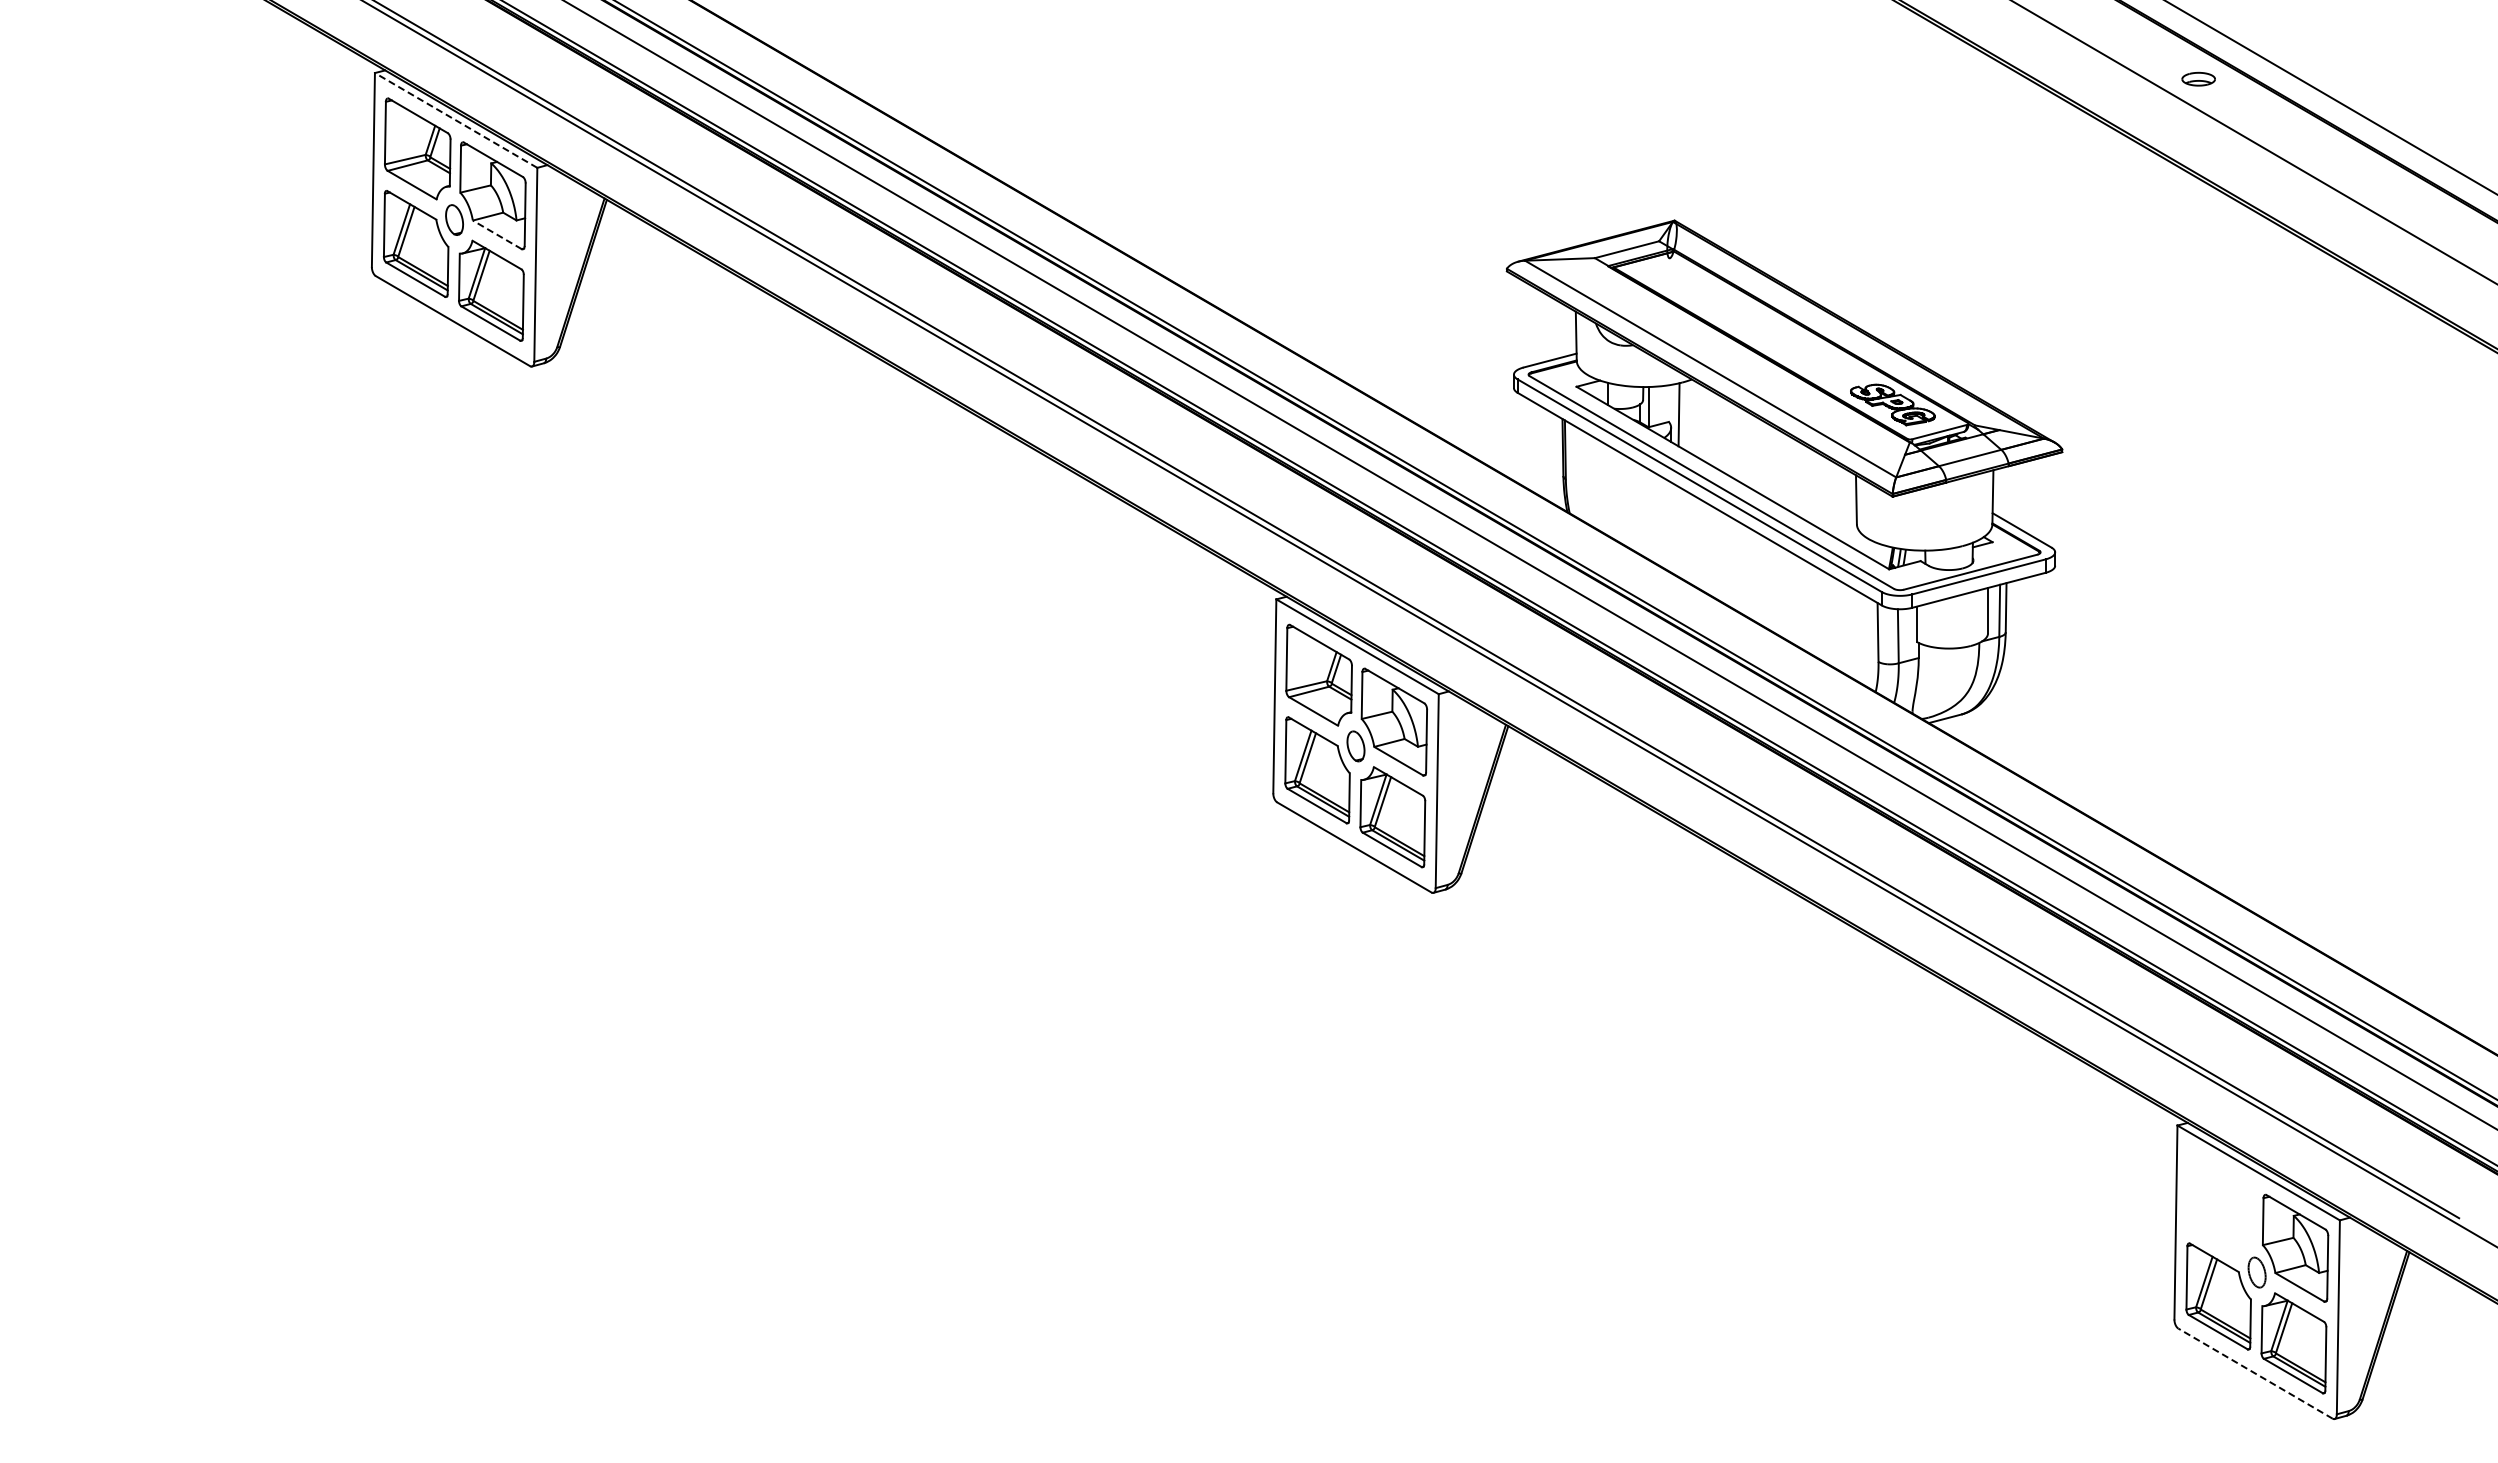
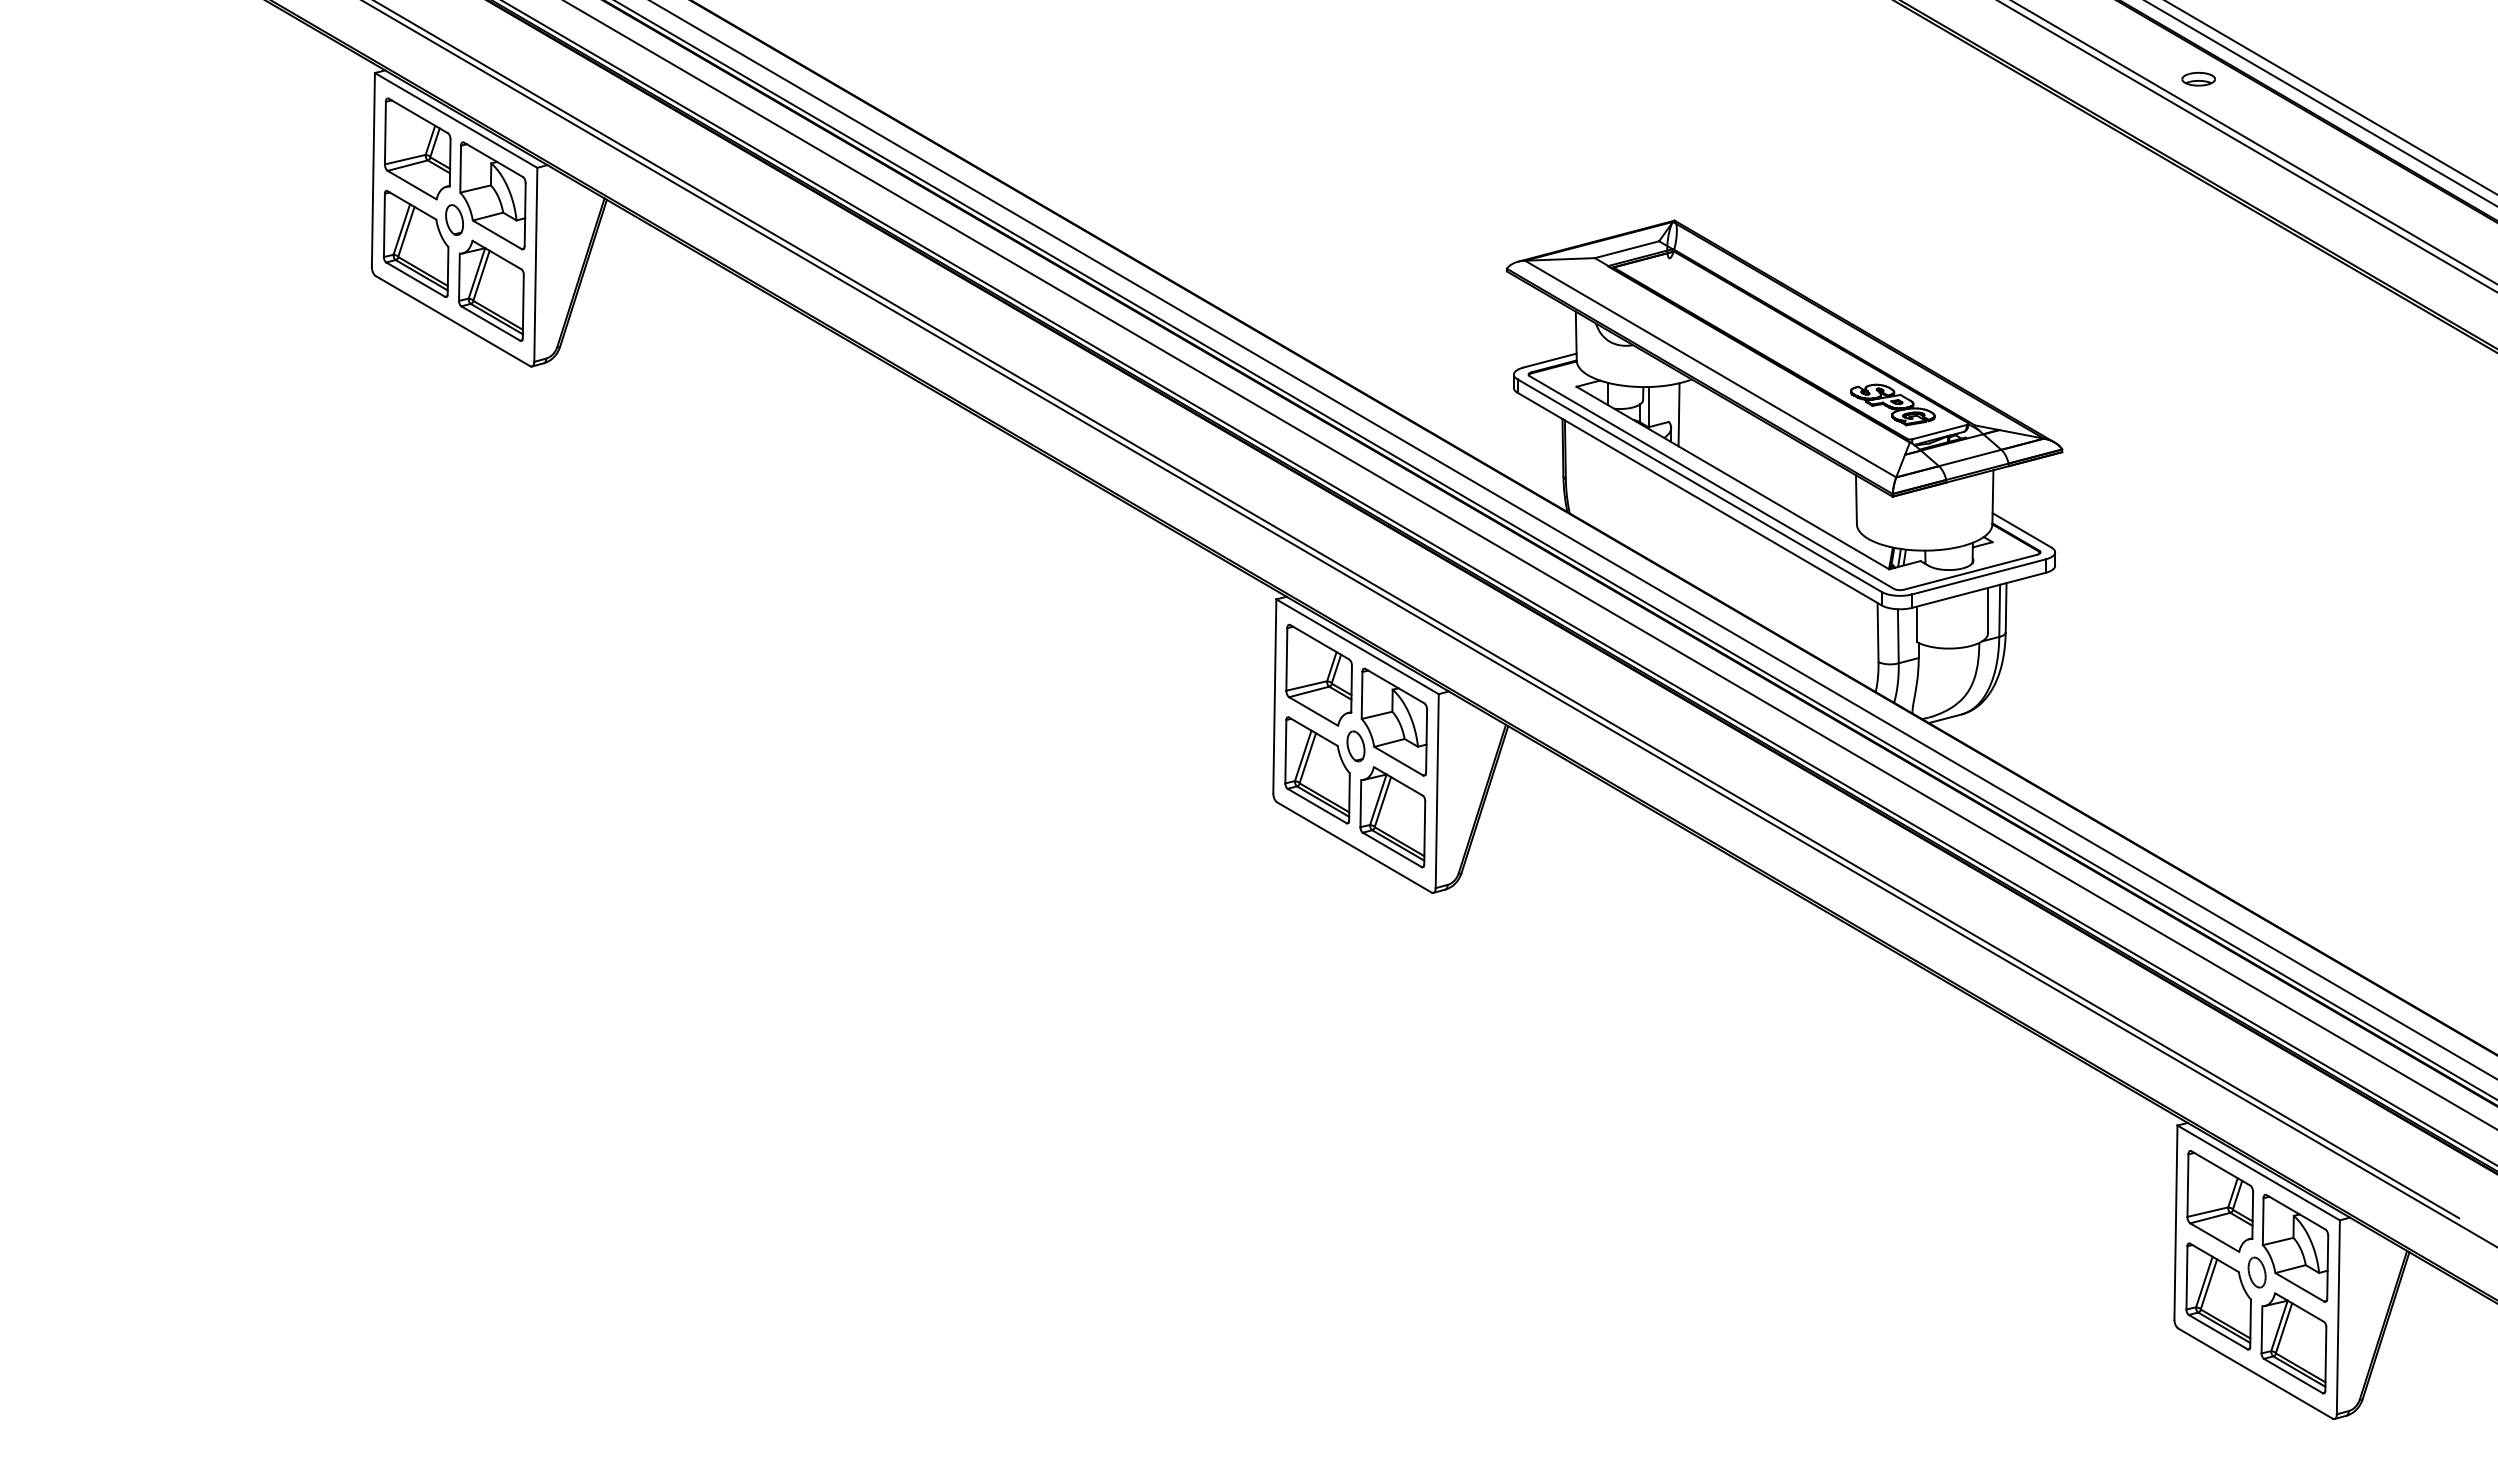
line at (2320, 103): none -> present
line at (455, 120): dashed -> solid
line at (2247, 146): none -> present
line at (496, 234): dashed -> solid
line at (1573, 540): none -> present
part at (2220, 1201): none -> present
line at (2255, 1373): dashed -> solid
